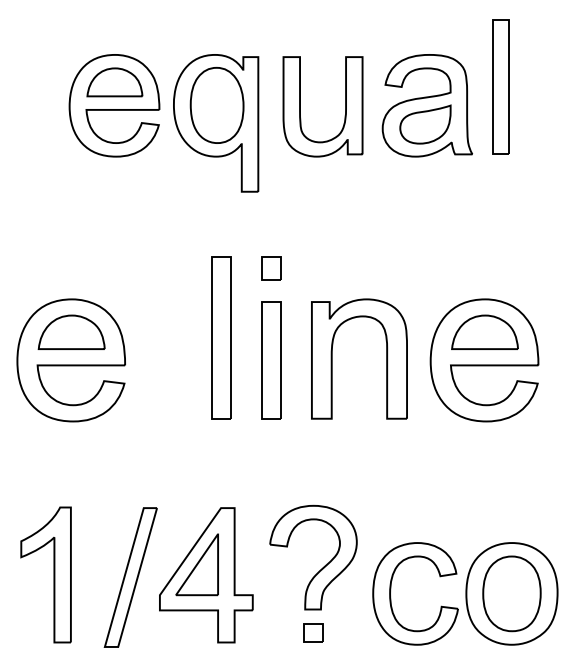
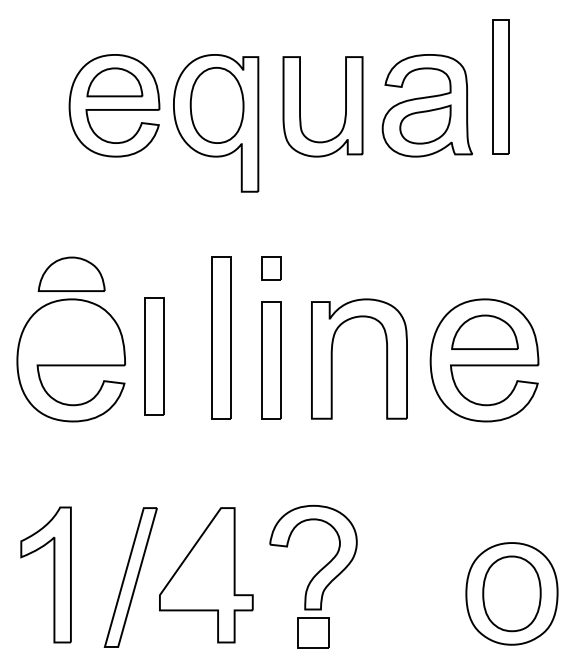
part at (71, 331) position: (71, 331) -> (71, 273)
part at (154, 356): none -> present
part at (196, 564): present -> none
part at (391, 590): present -> none
part at (313, 632) size: 21x20 px -> 33x32 px
